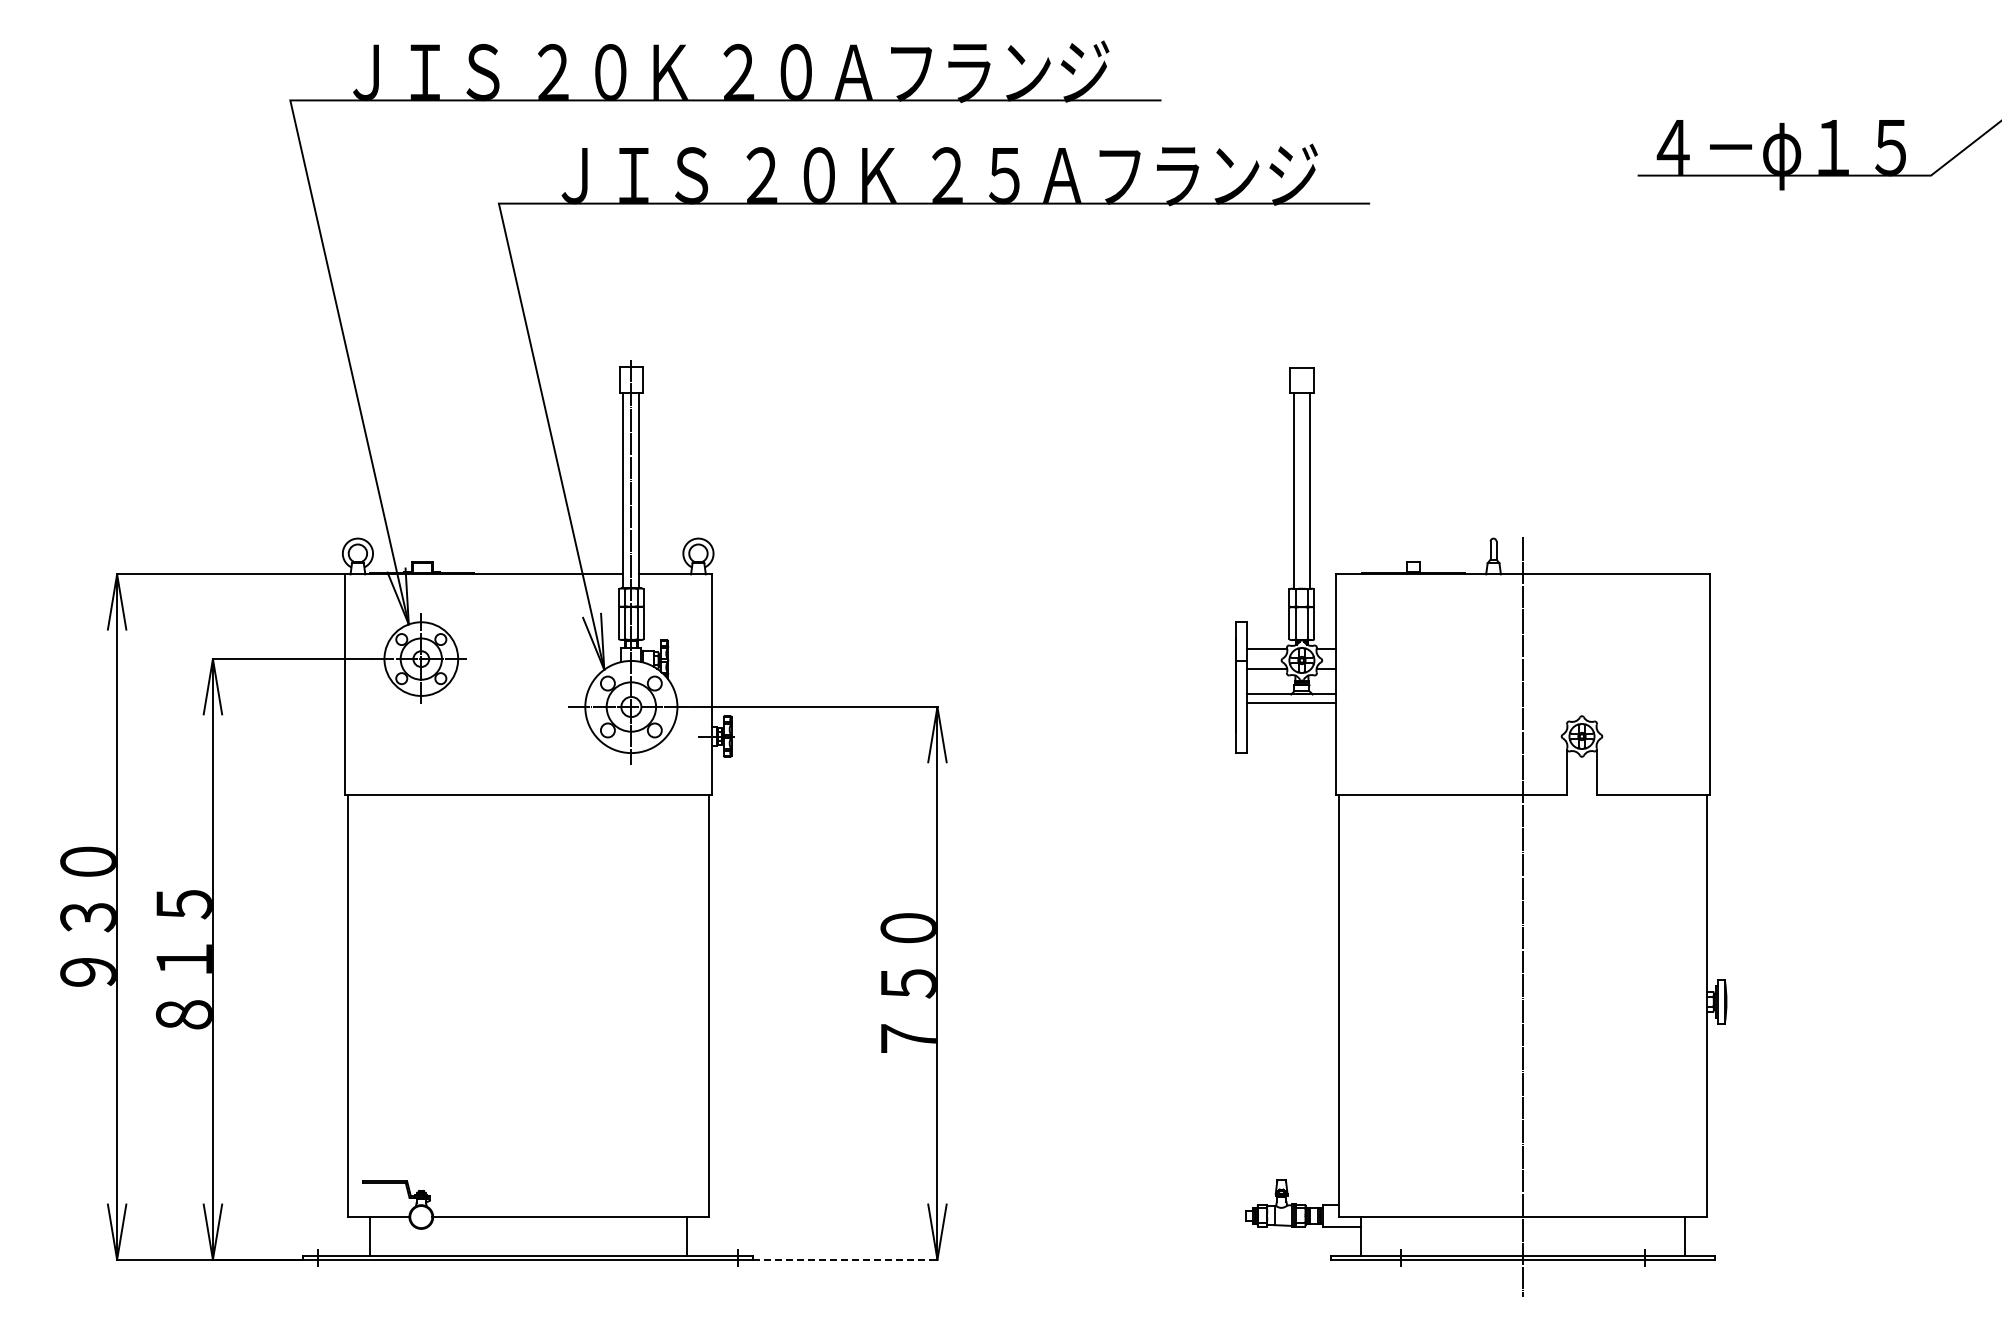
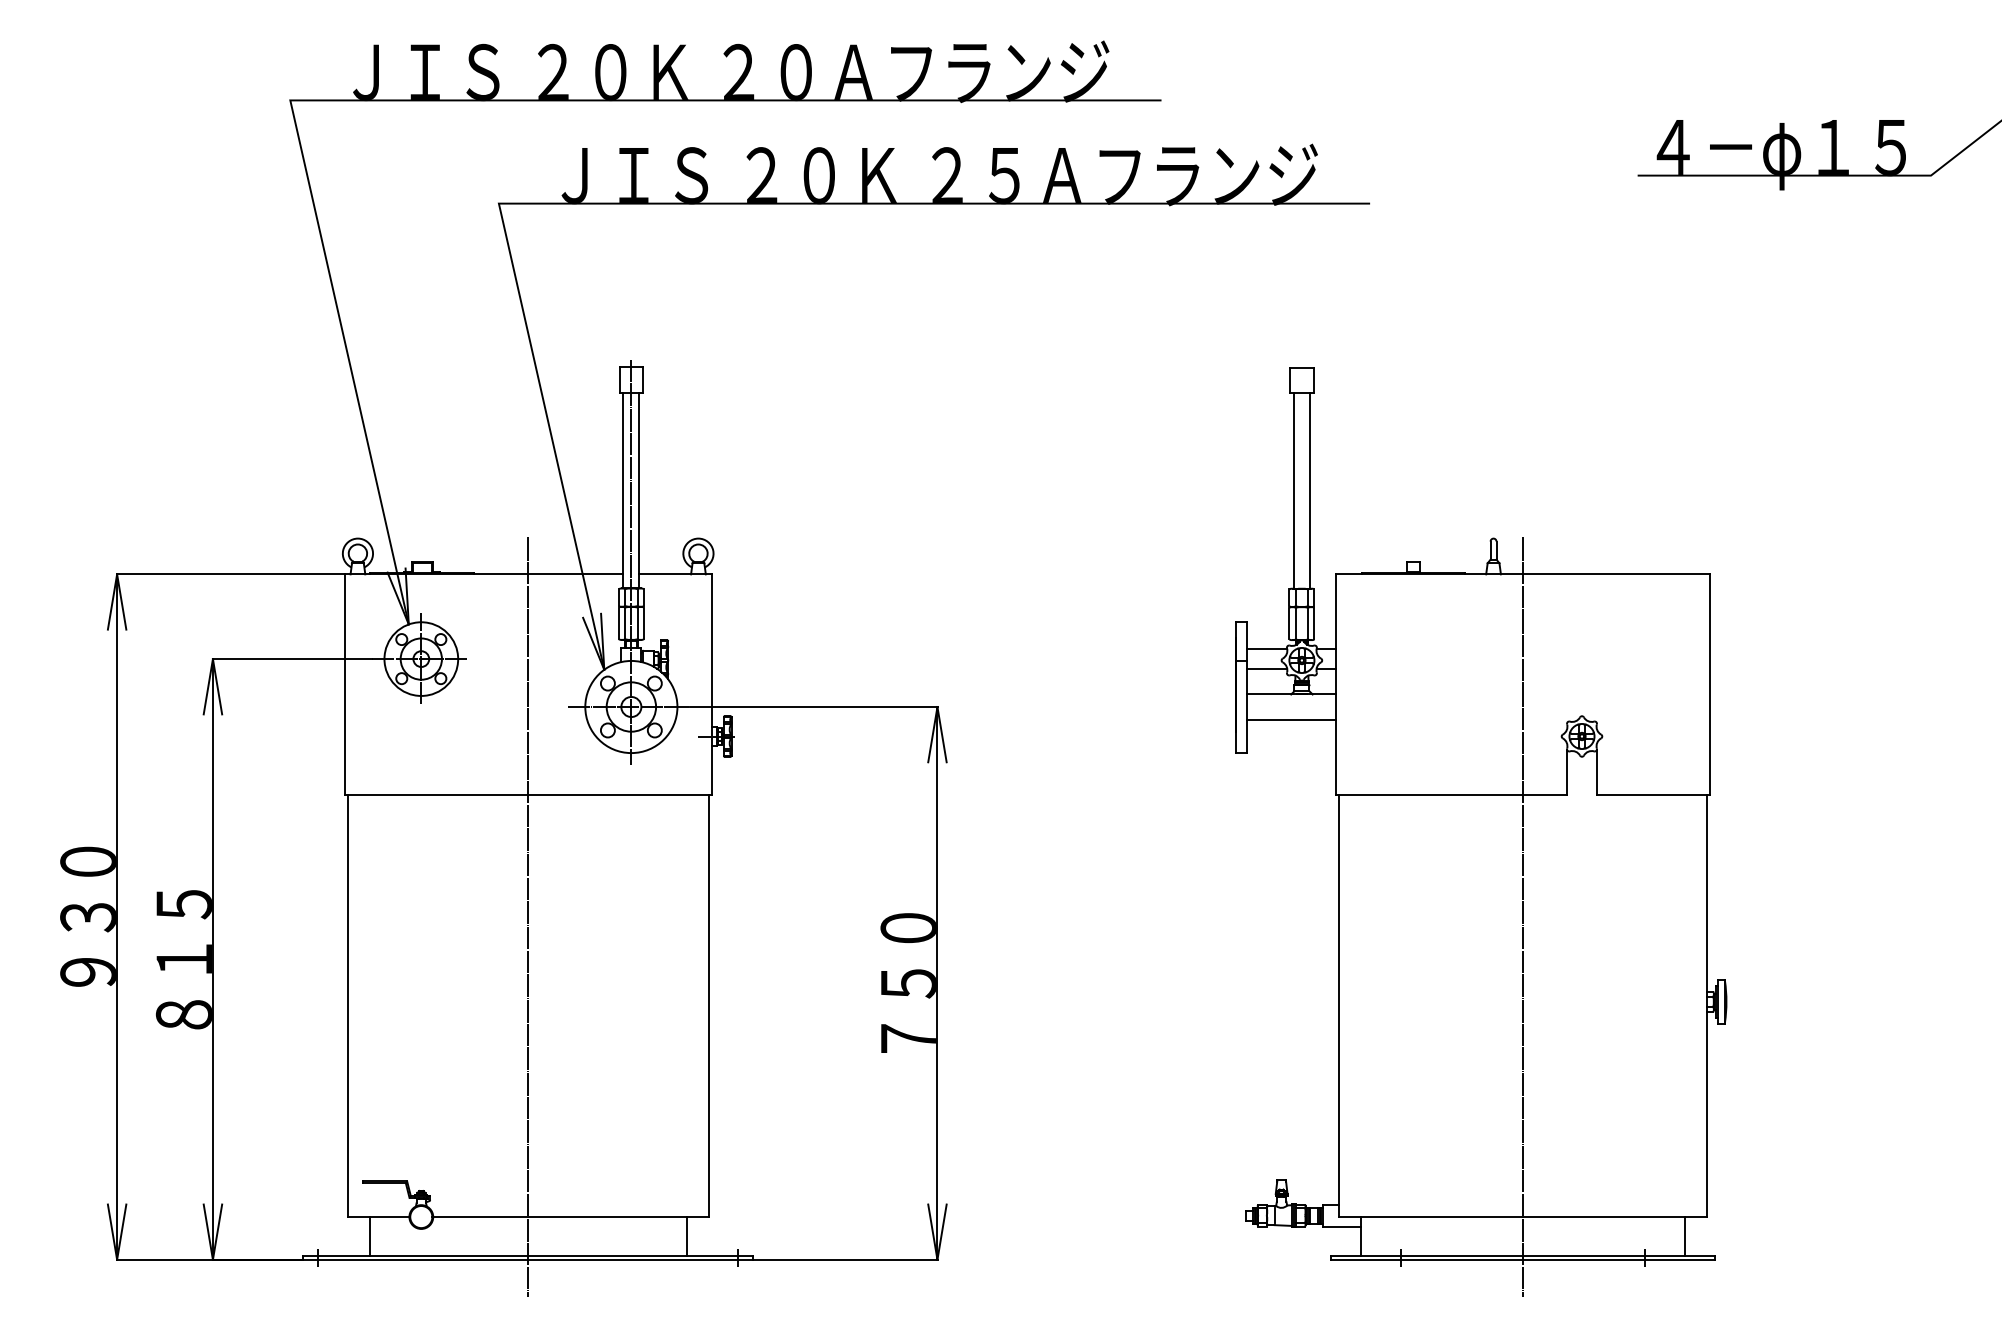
line at (1291, 702) position: (1291, 702) -> (1291, 719)
line at (528, 916): none -> present
line at (845, 1259): dashed -> solid
